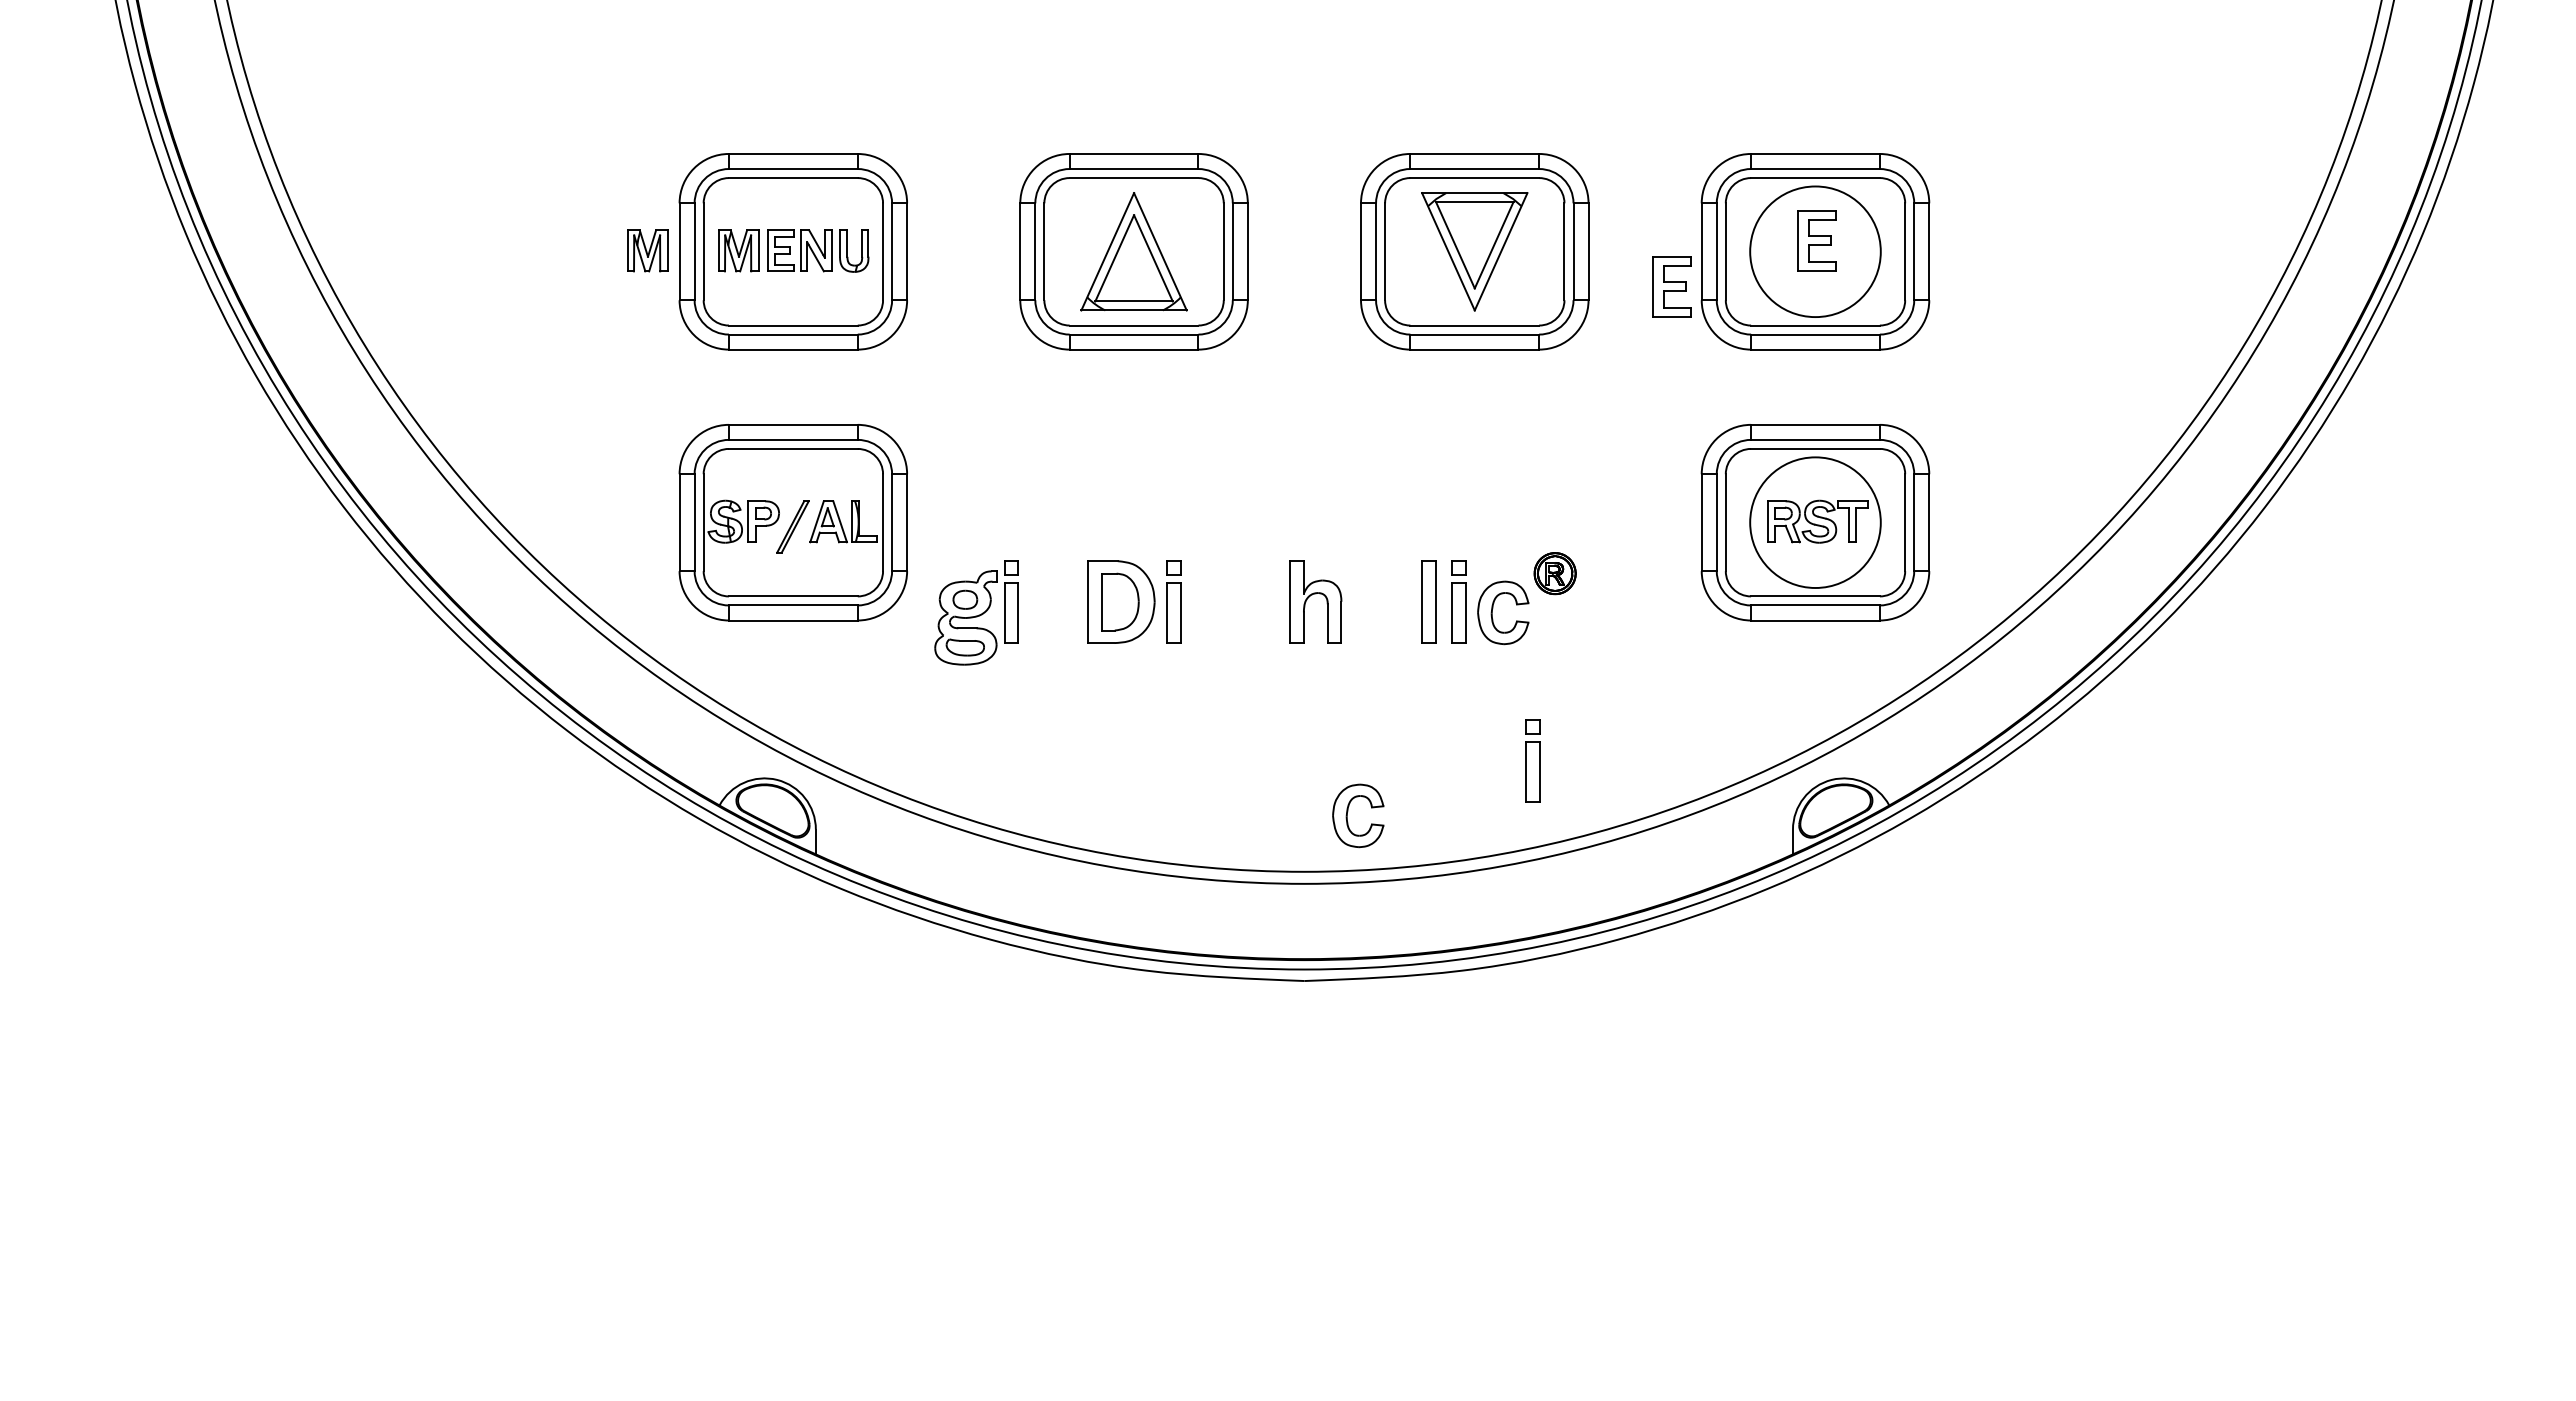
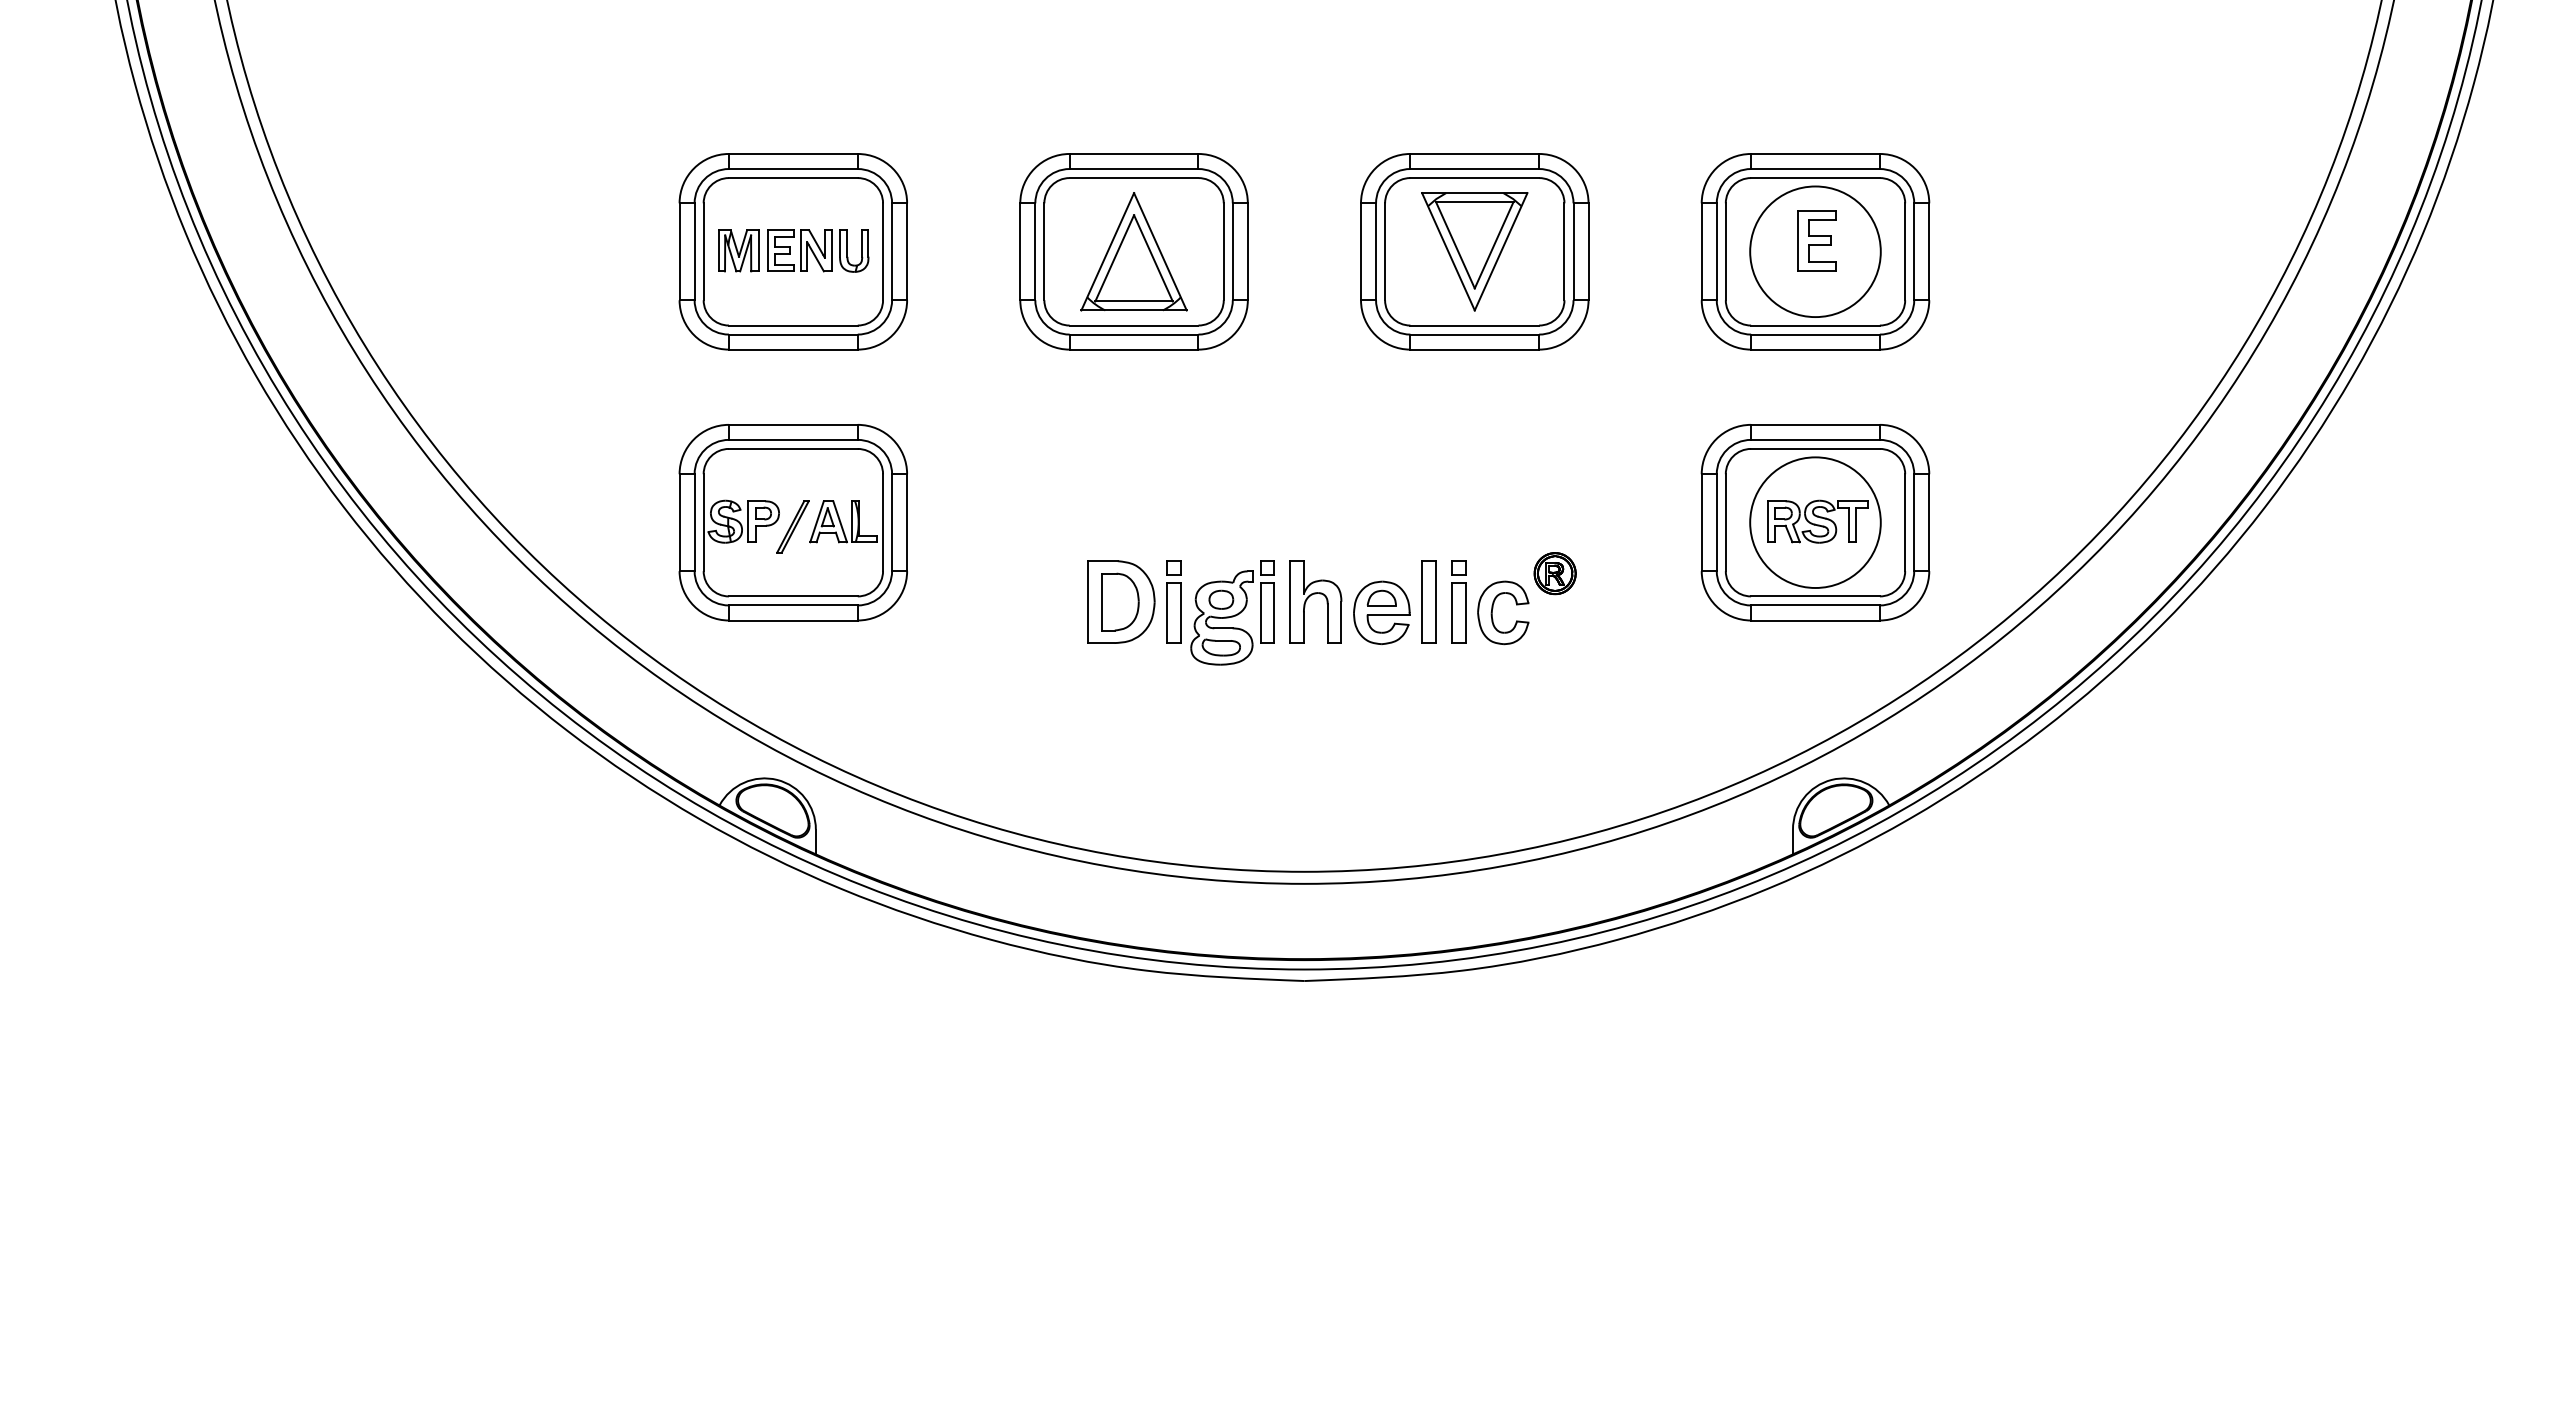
part at (647, 250): present -> none
part at (1671, 286): present -> none
part at (976, 612) position: (976, 612) -> (1232, 612)
part at (1381, 612): none -> present
part at (1532, 760): present -> none
part at (1348, 811): present -> none
